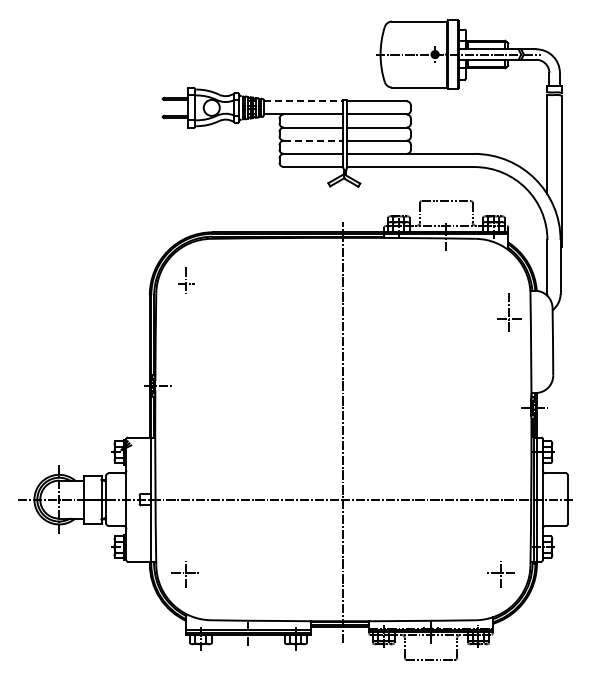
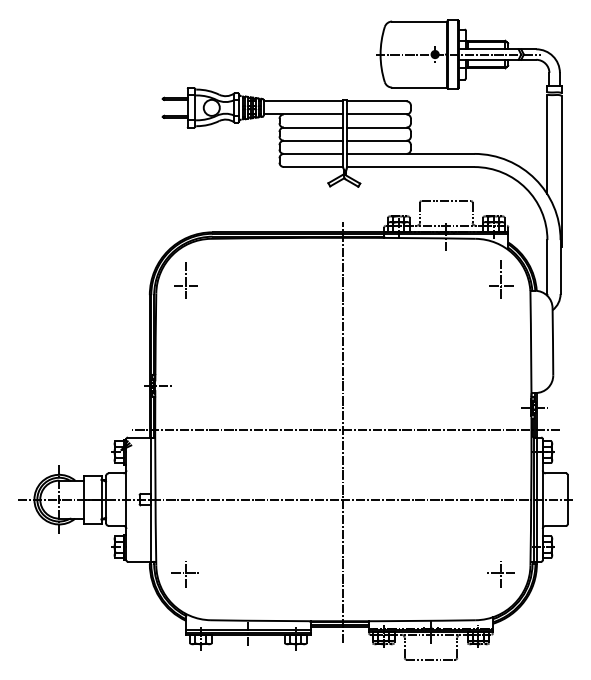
line at (303, 101): dashed -> solid
line at (313, 140): dashed -> solid
part at (186, 280) size: 17x27 px -> 24x37 px
part at (509, 312) position: (509, 312) -> (501, 279)
line at (345, 429): none -> present
